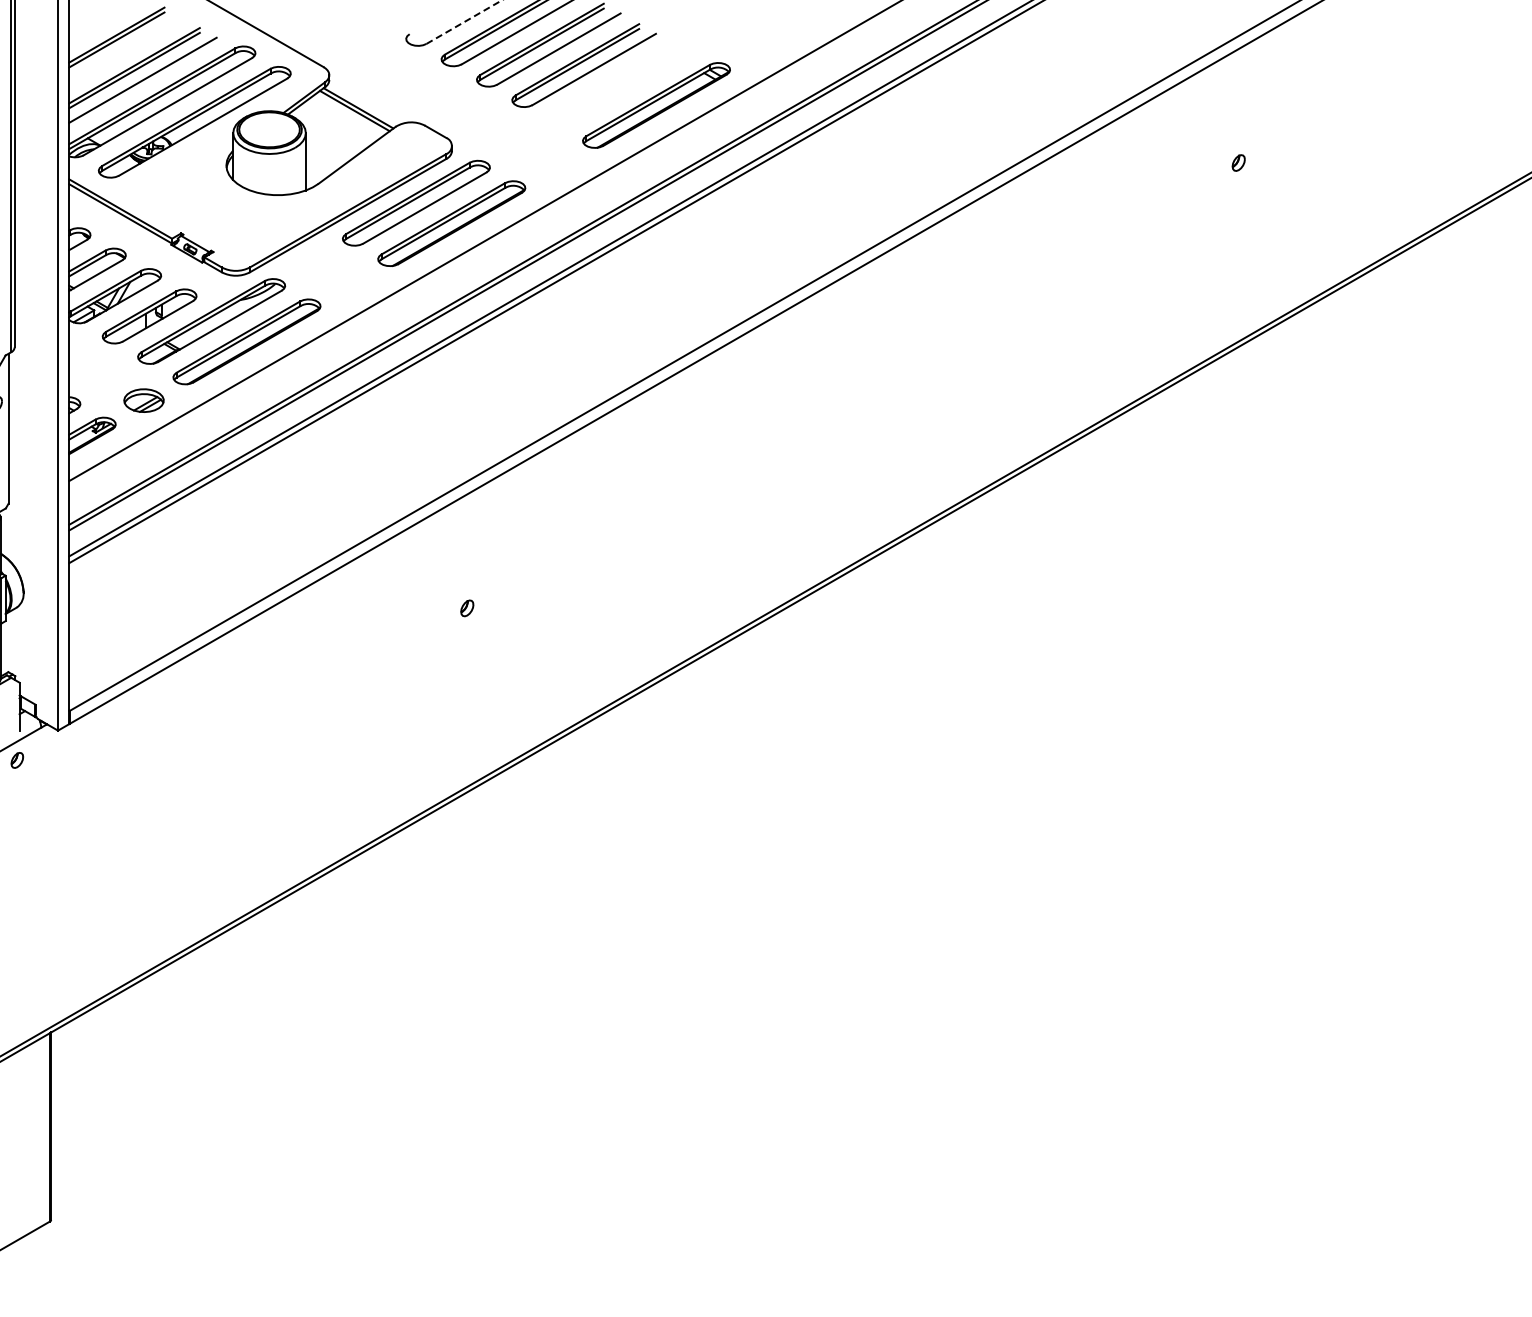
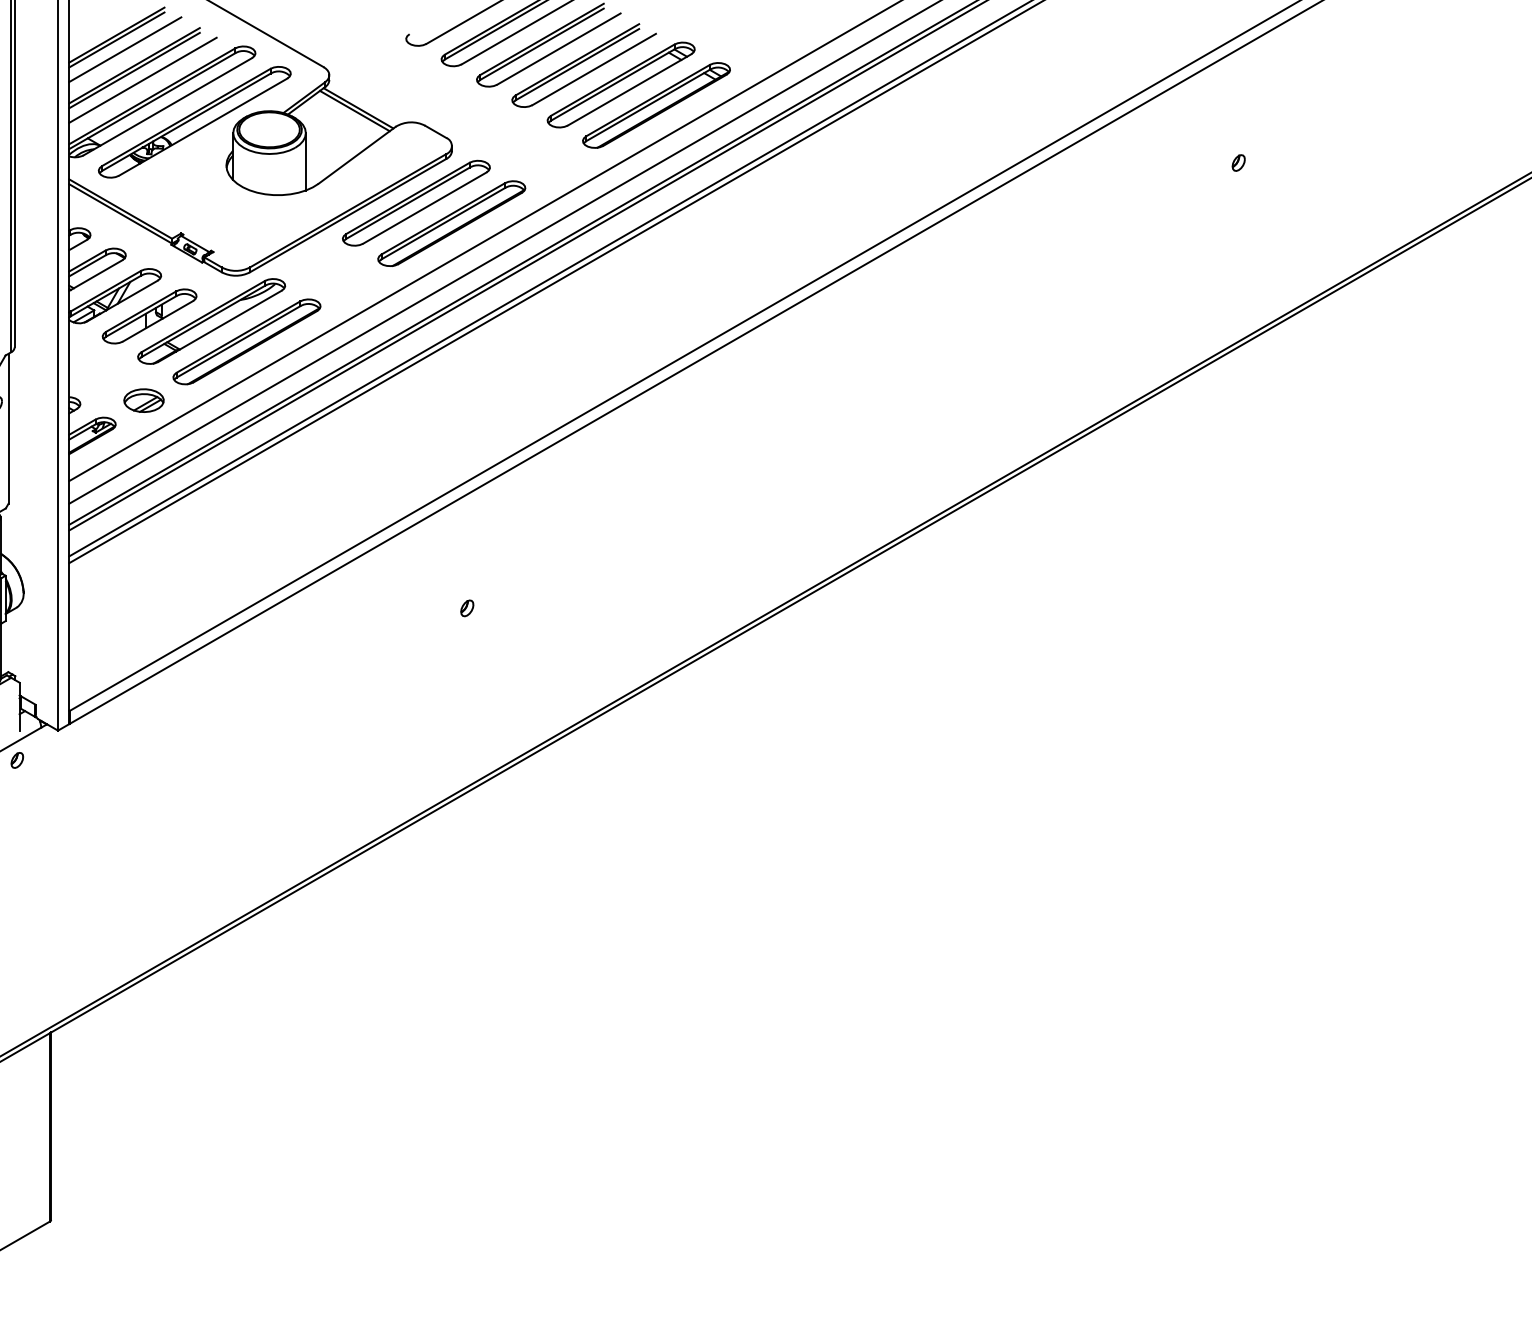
line at (464, 22): dashed -> solid
line at (125, 49): none -> present
part at (620, 84): none -> present
line at (503, 252): none -> present
